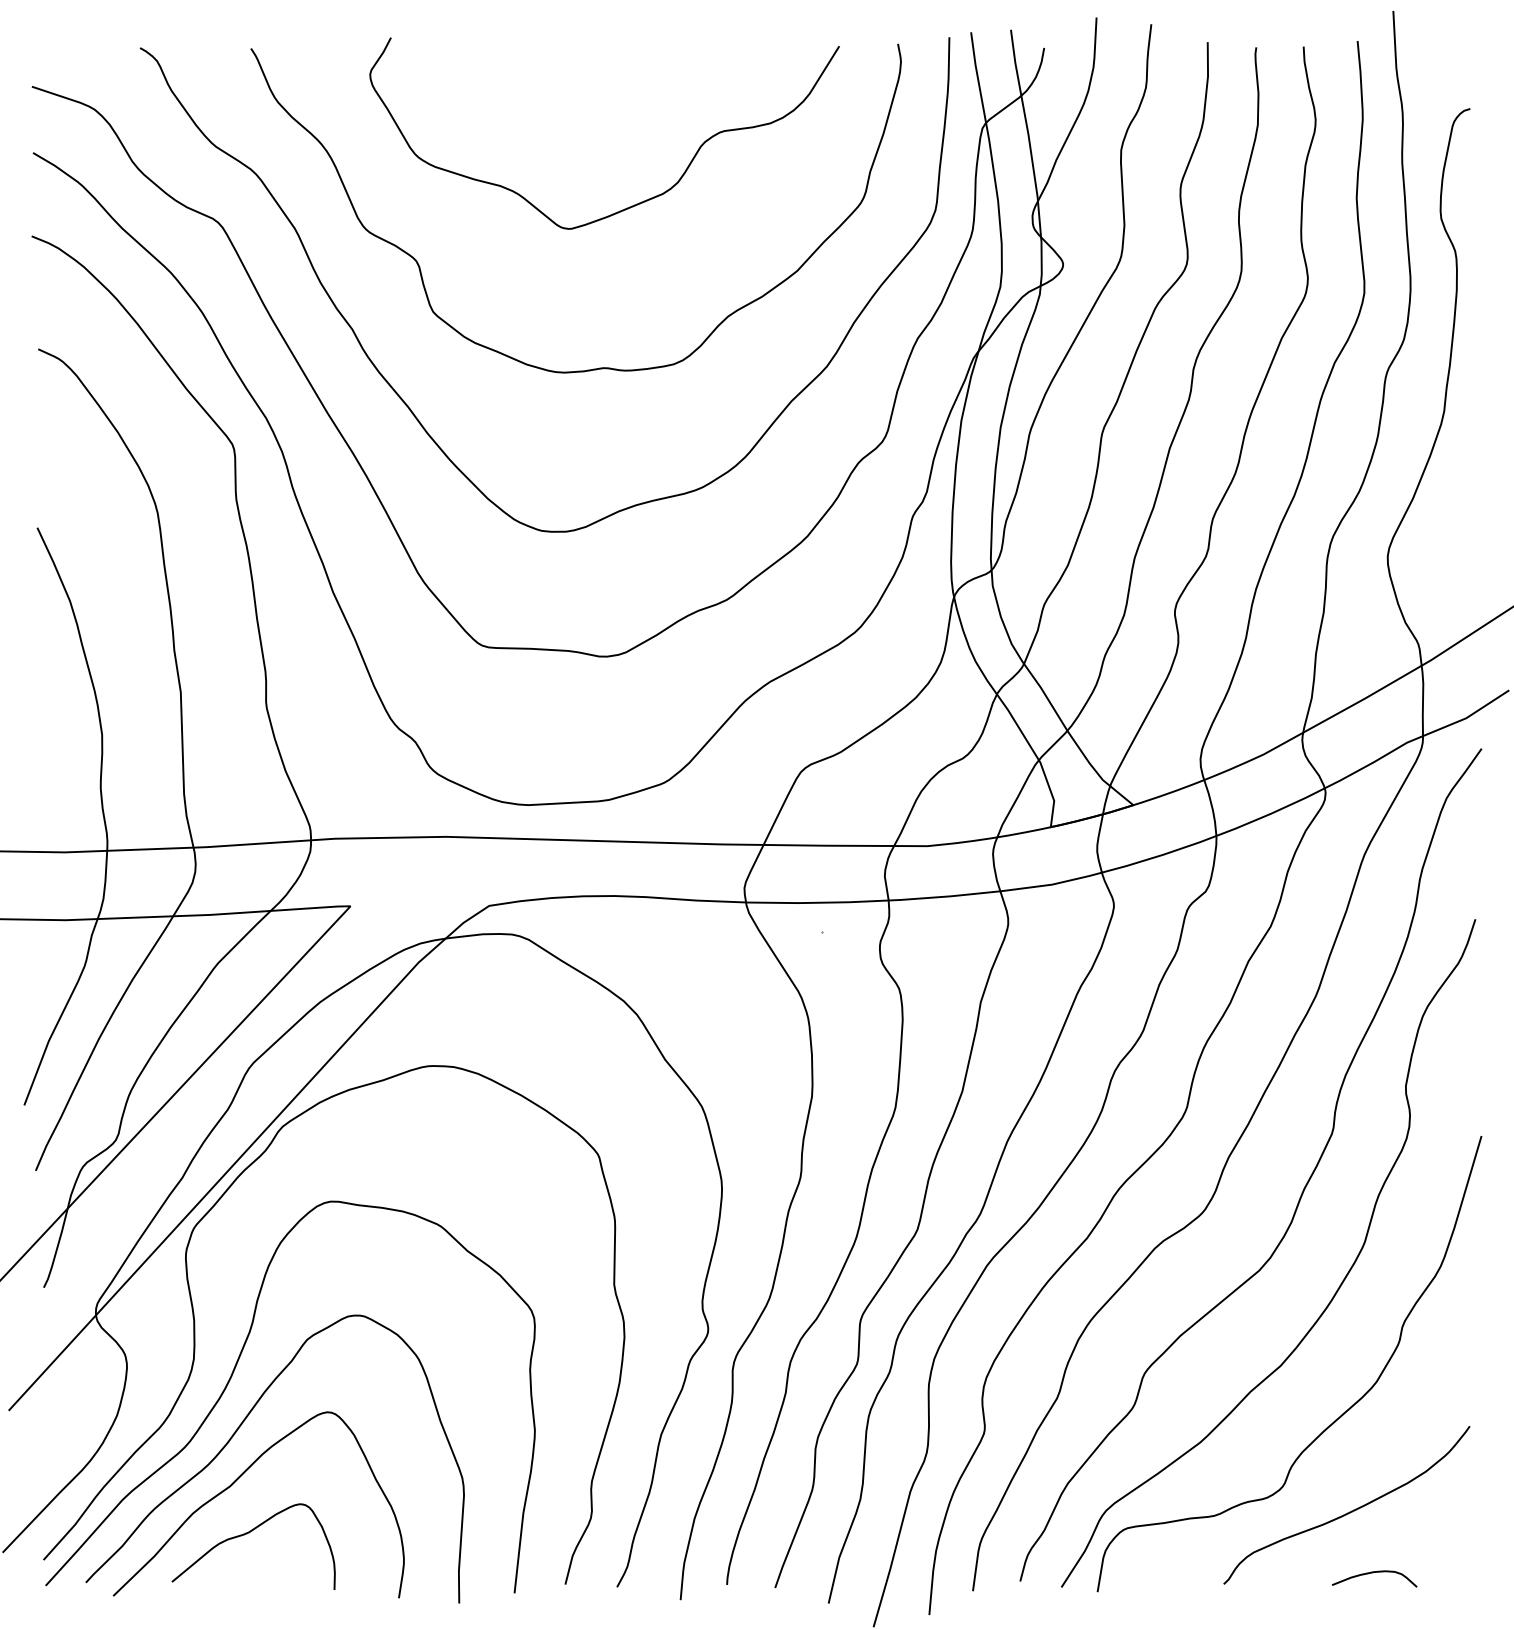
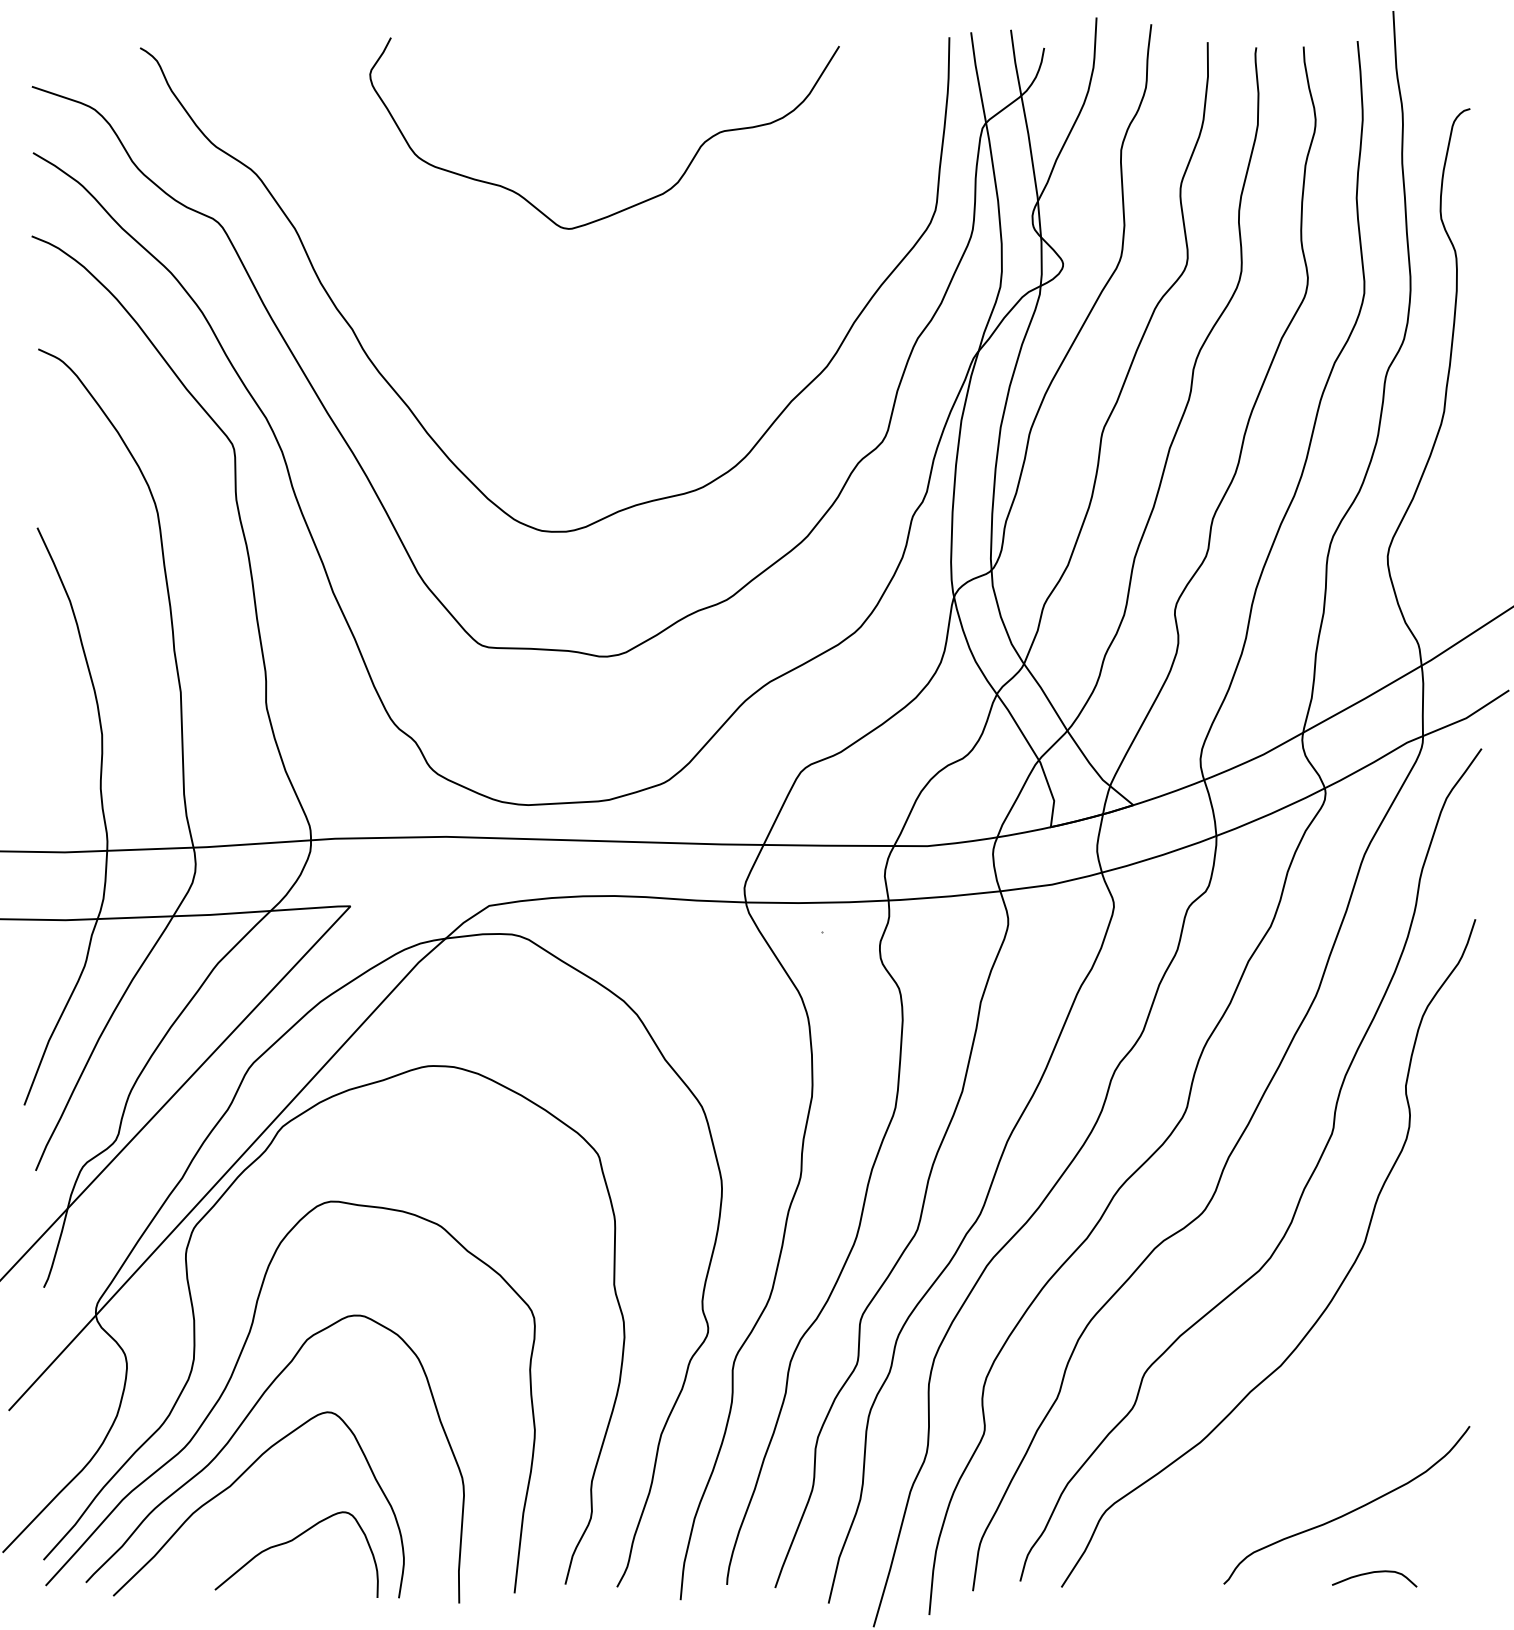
curve at (599, 367): present -> none
curve at (1336, 1418): present -> none
curve at (249, 1533) position: (249, 1533) -> (292, 1541)
